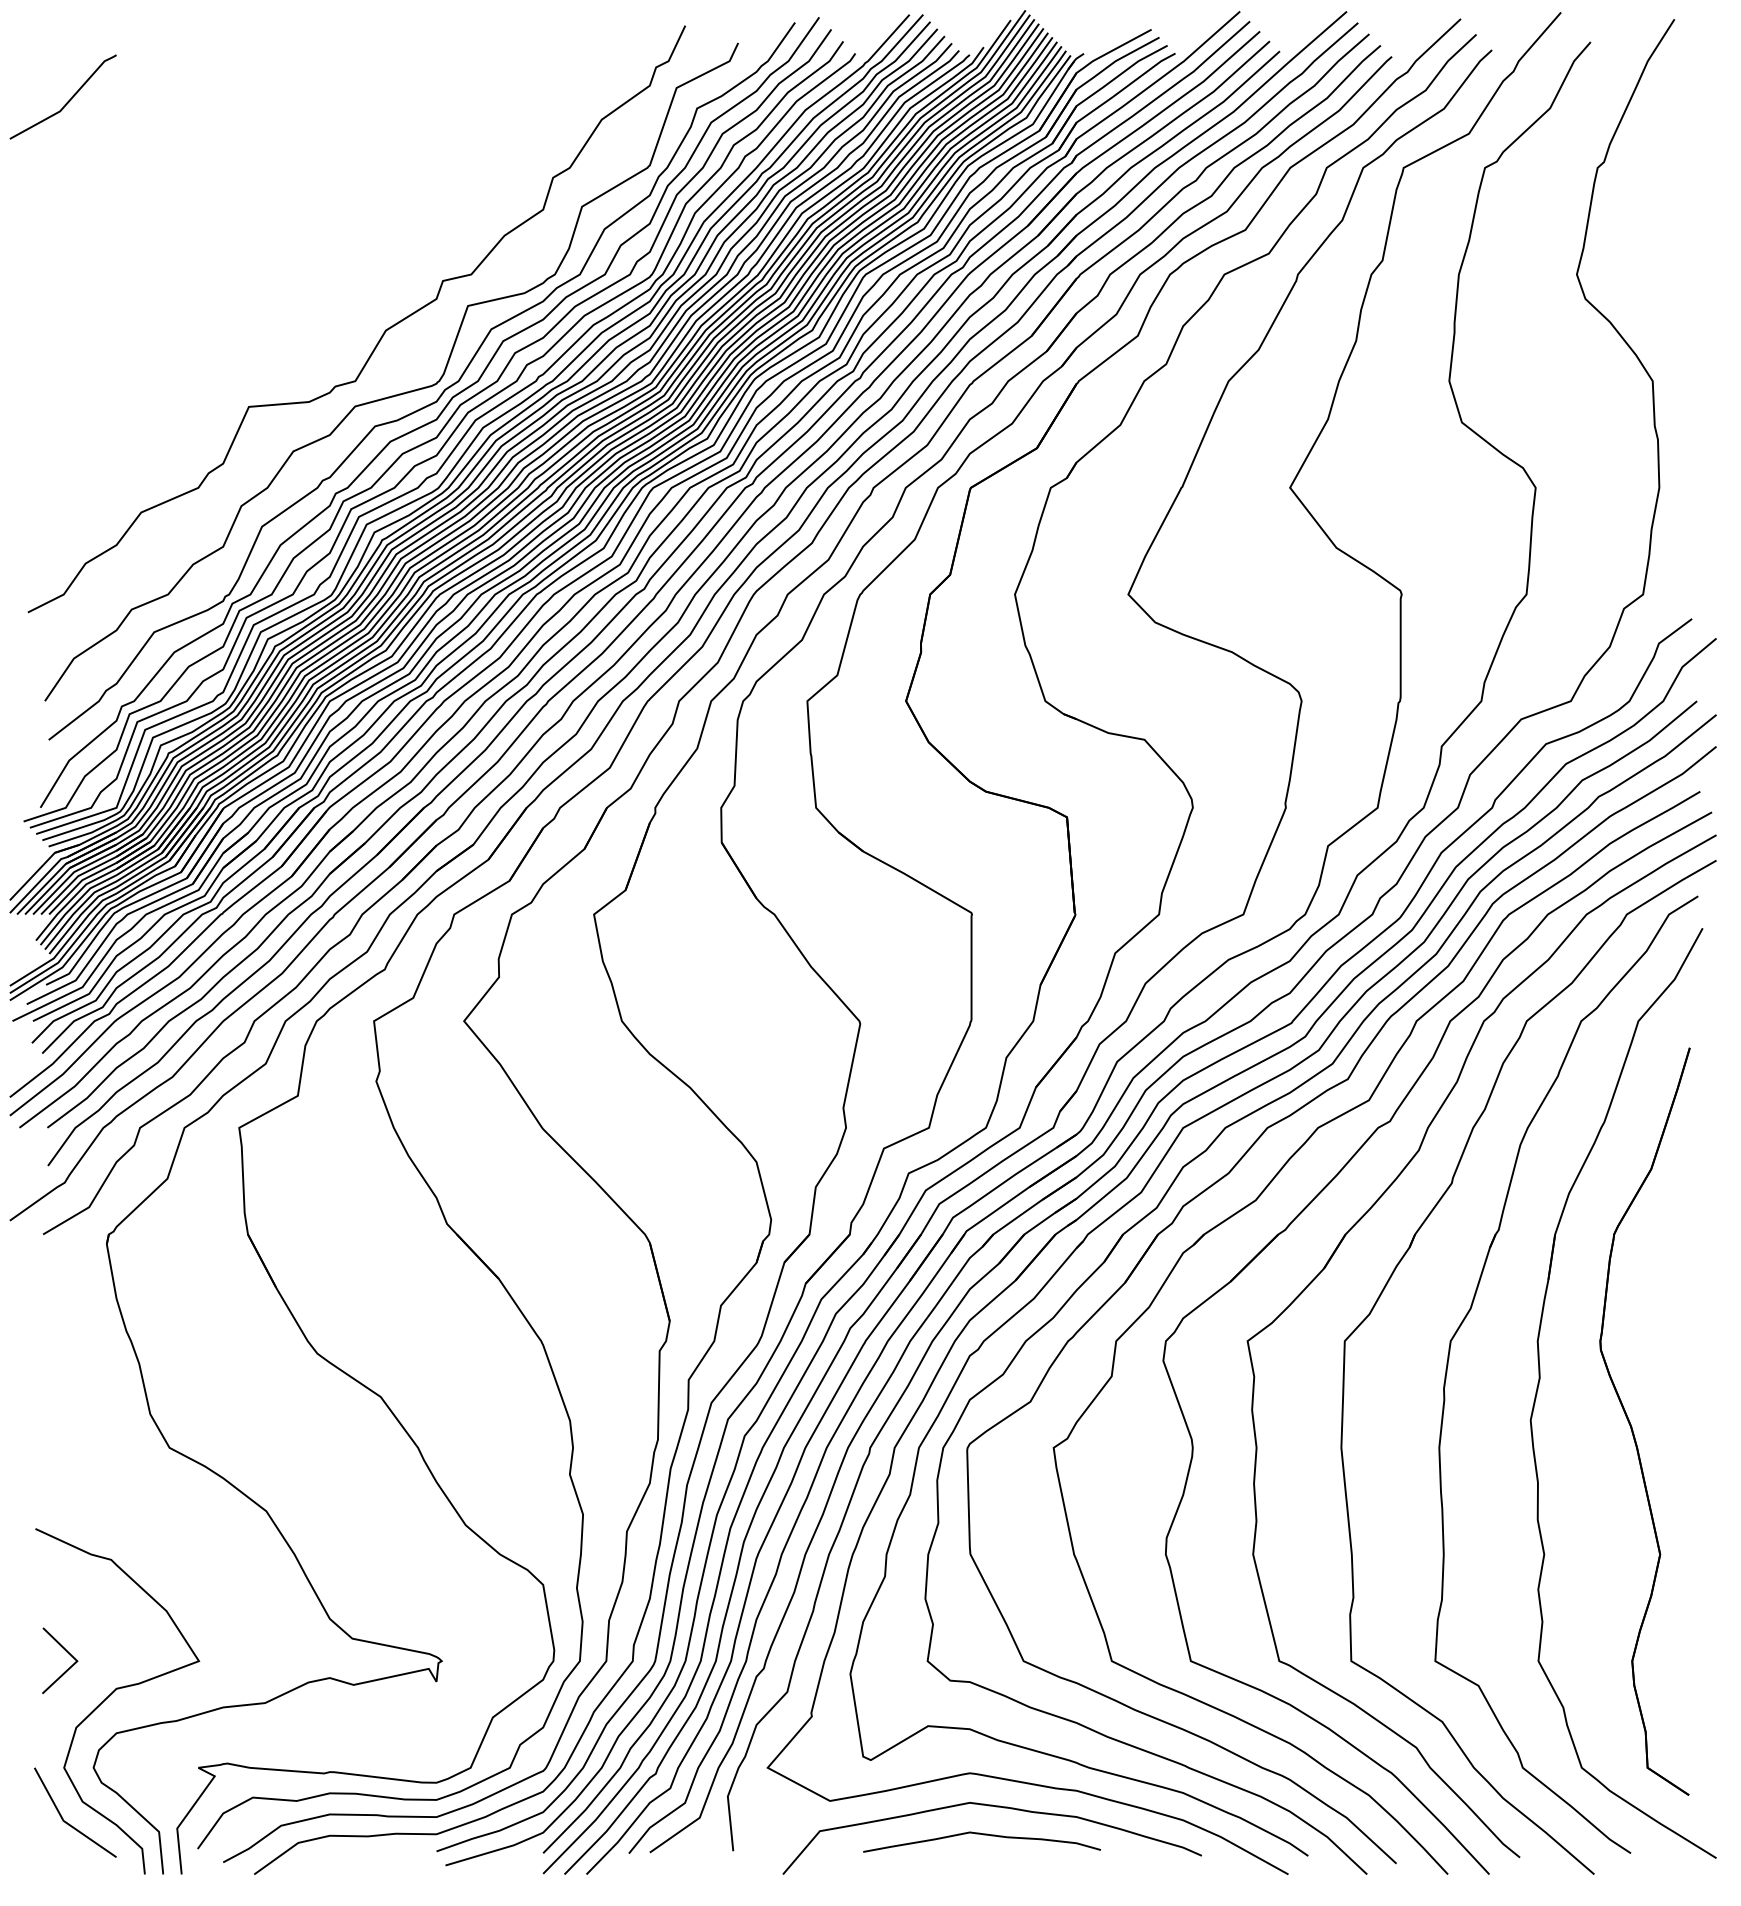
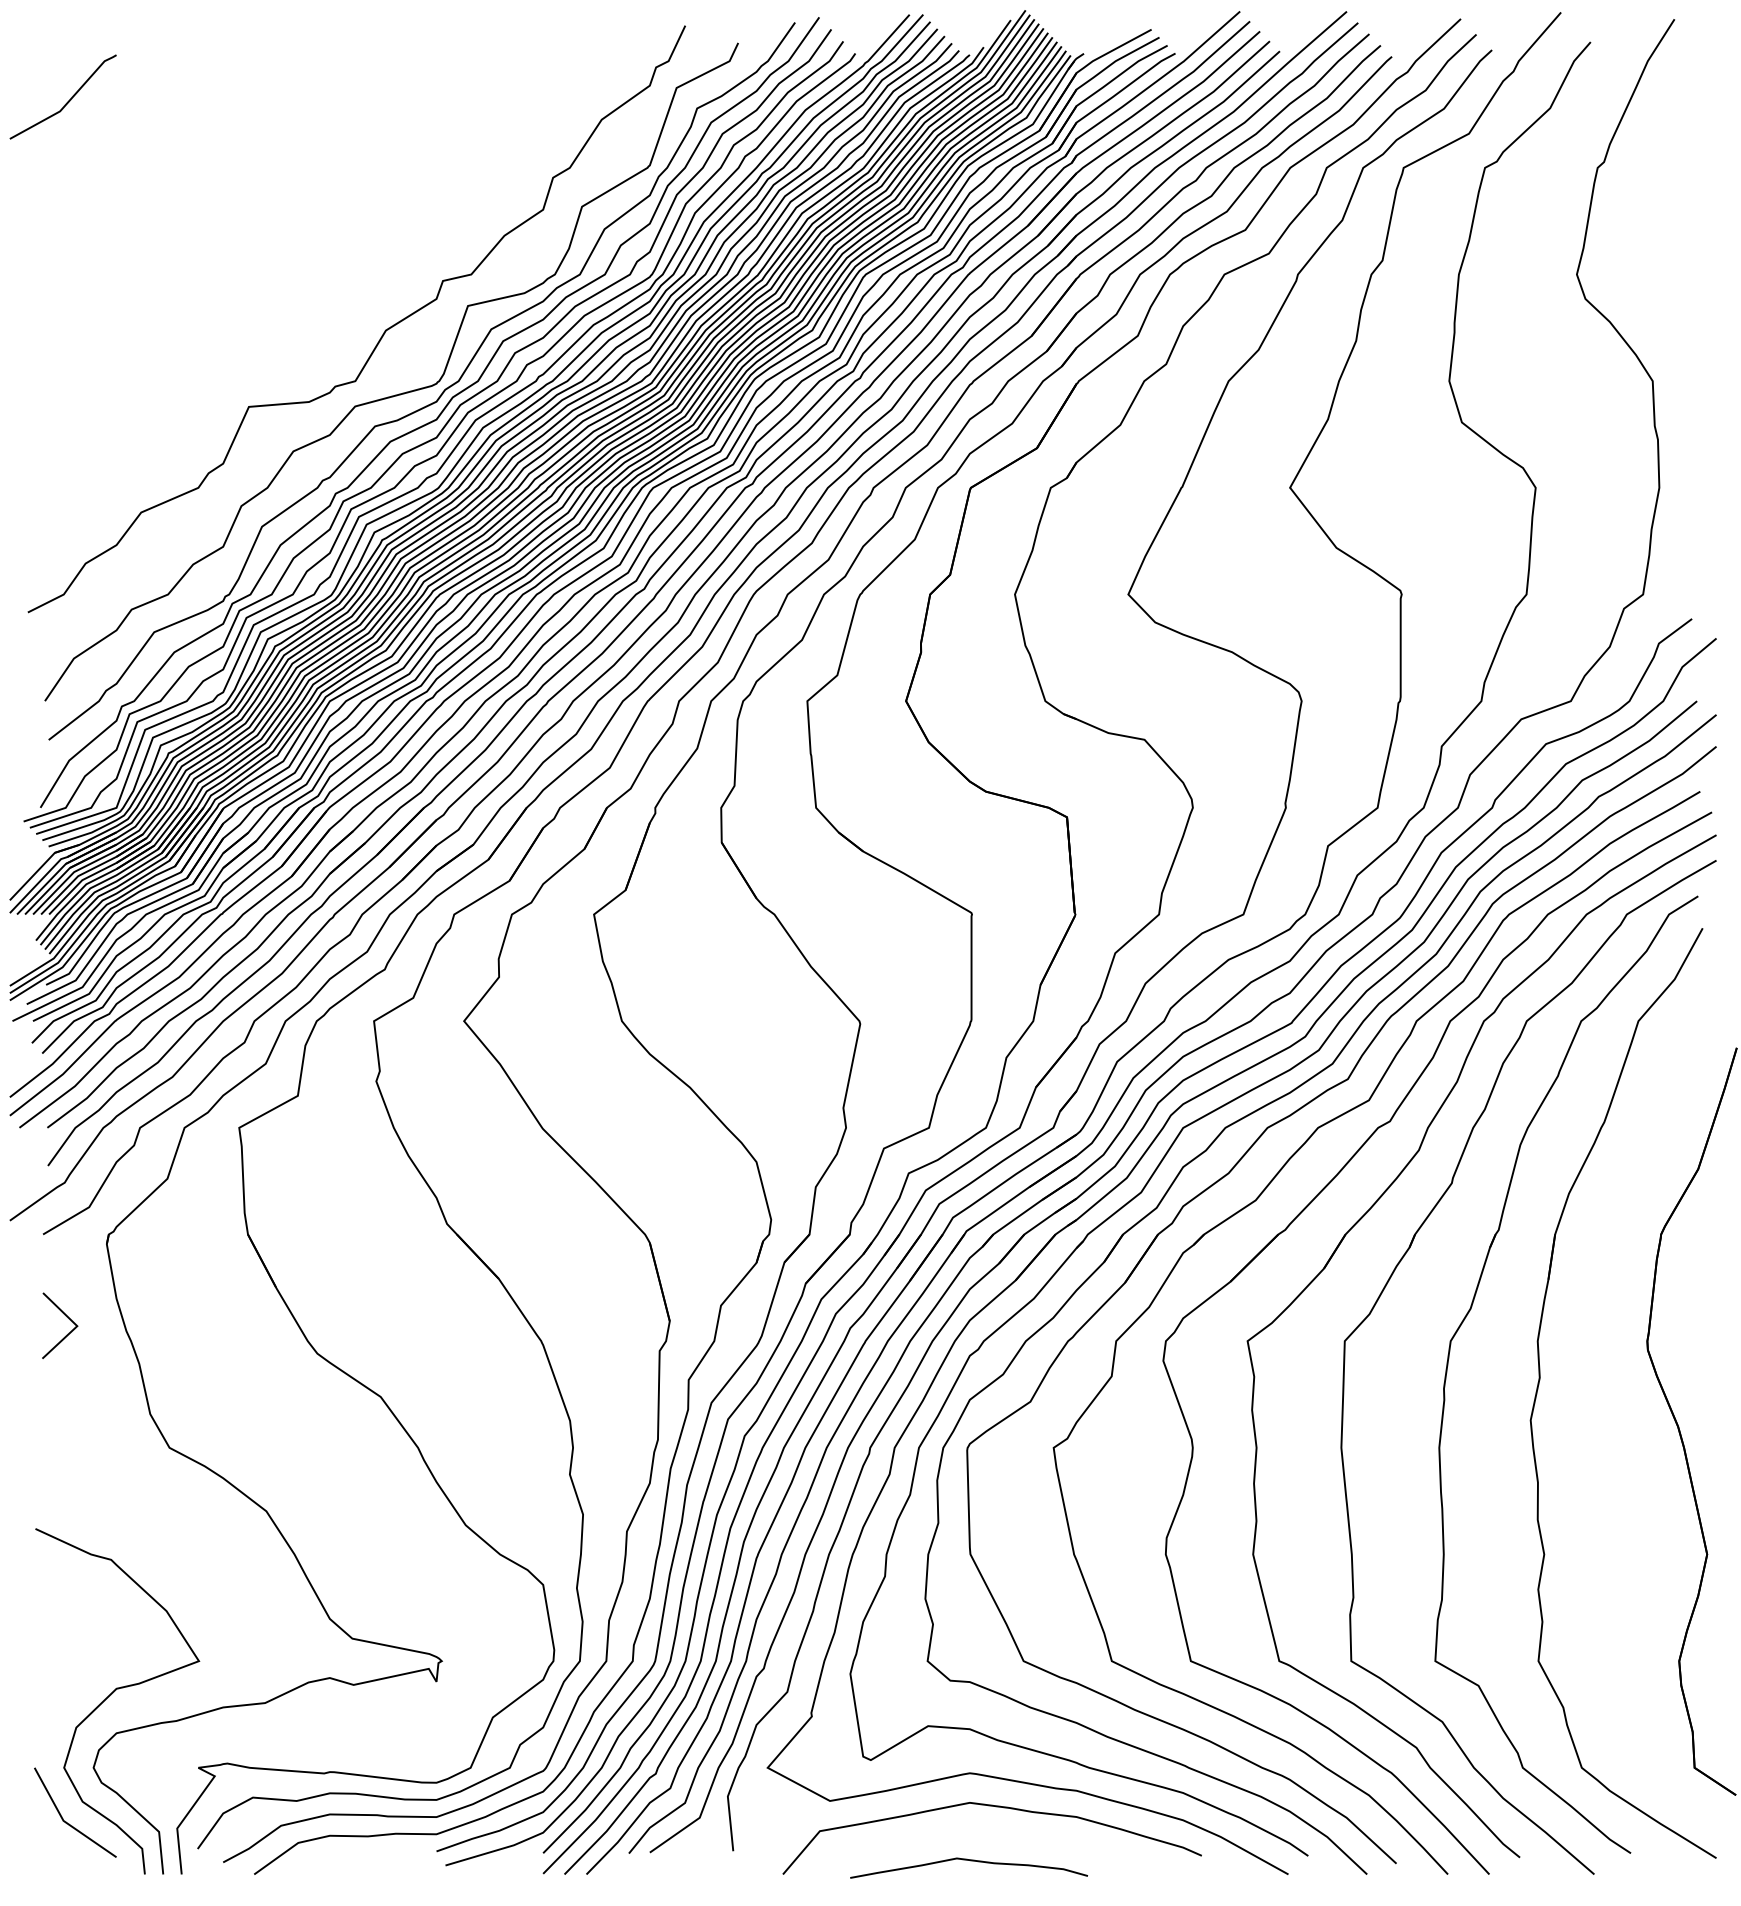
part at (1632, 1426) position: (1632, 1426) -> (1679, 1426)
line at (67, 1653) position: (67, 1653) -> (67, 1318)
curve at (983, 1835) position: (983, 1835) -> (970, 1861)
